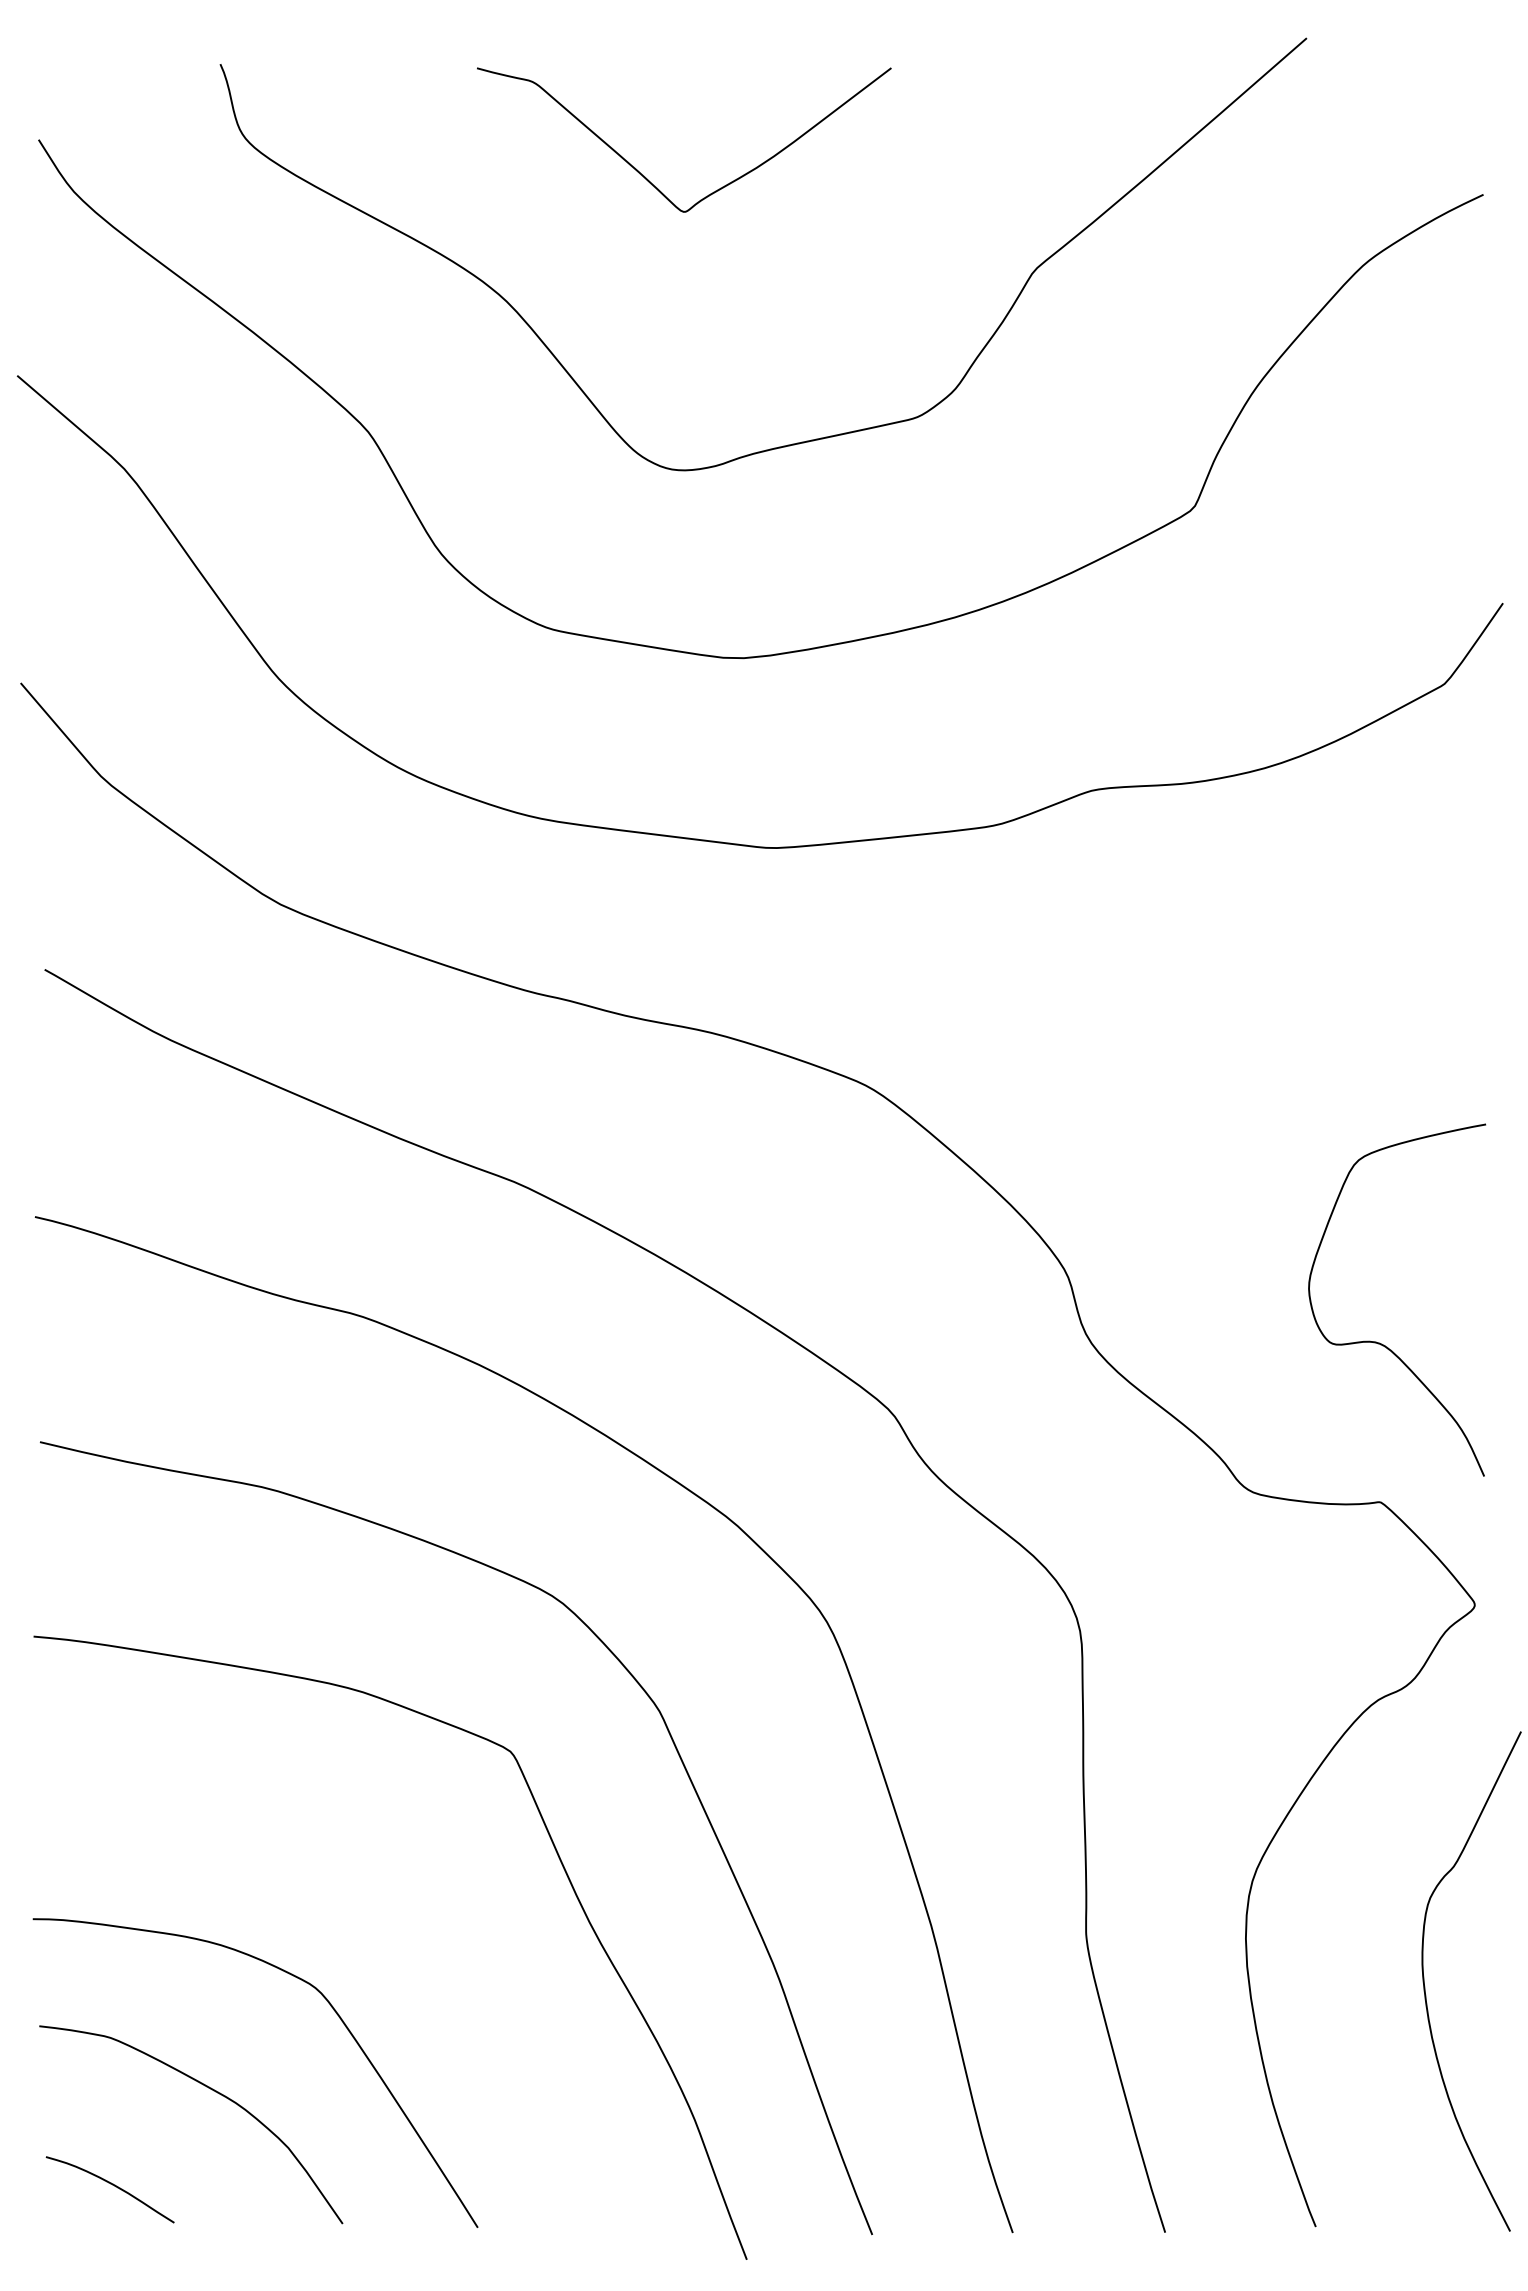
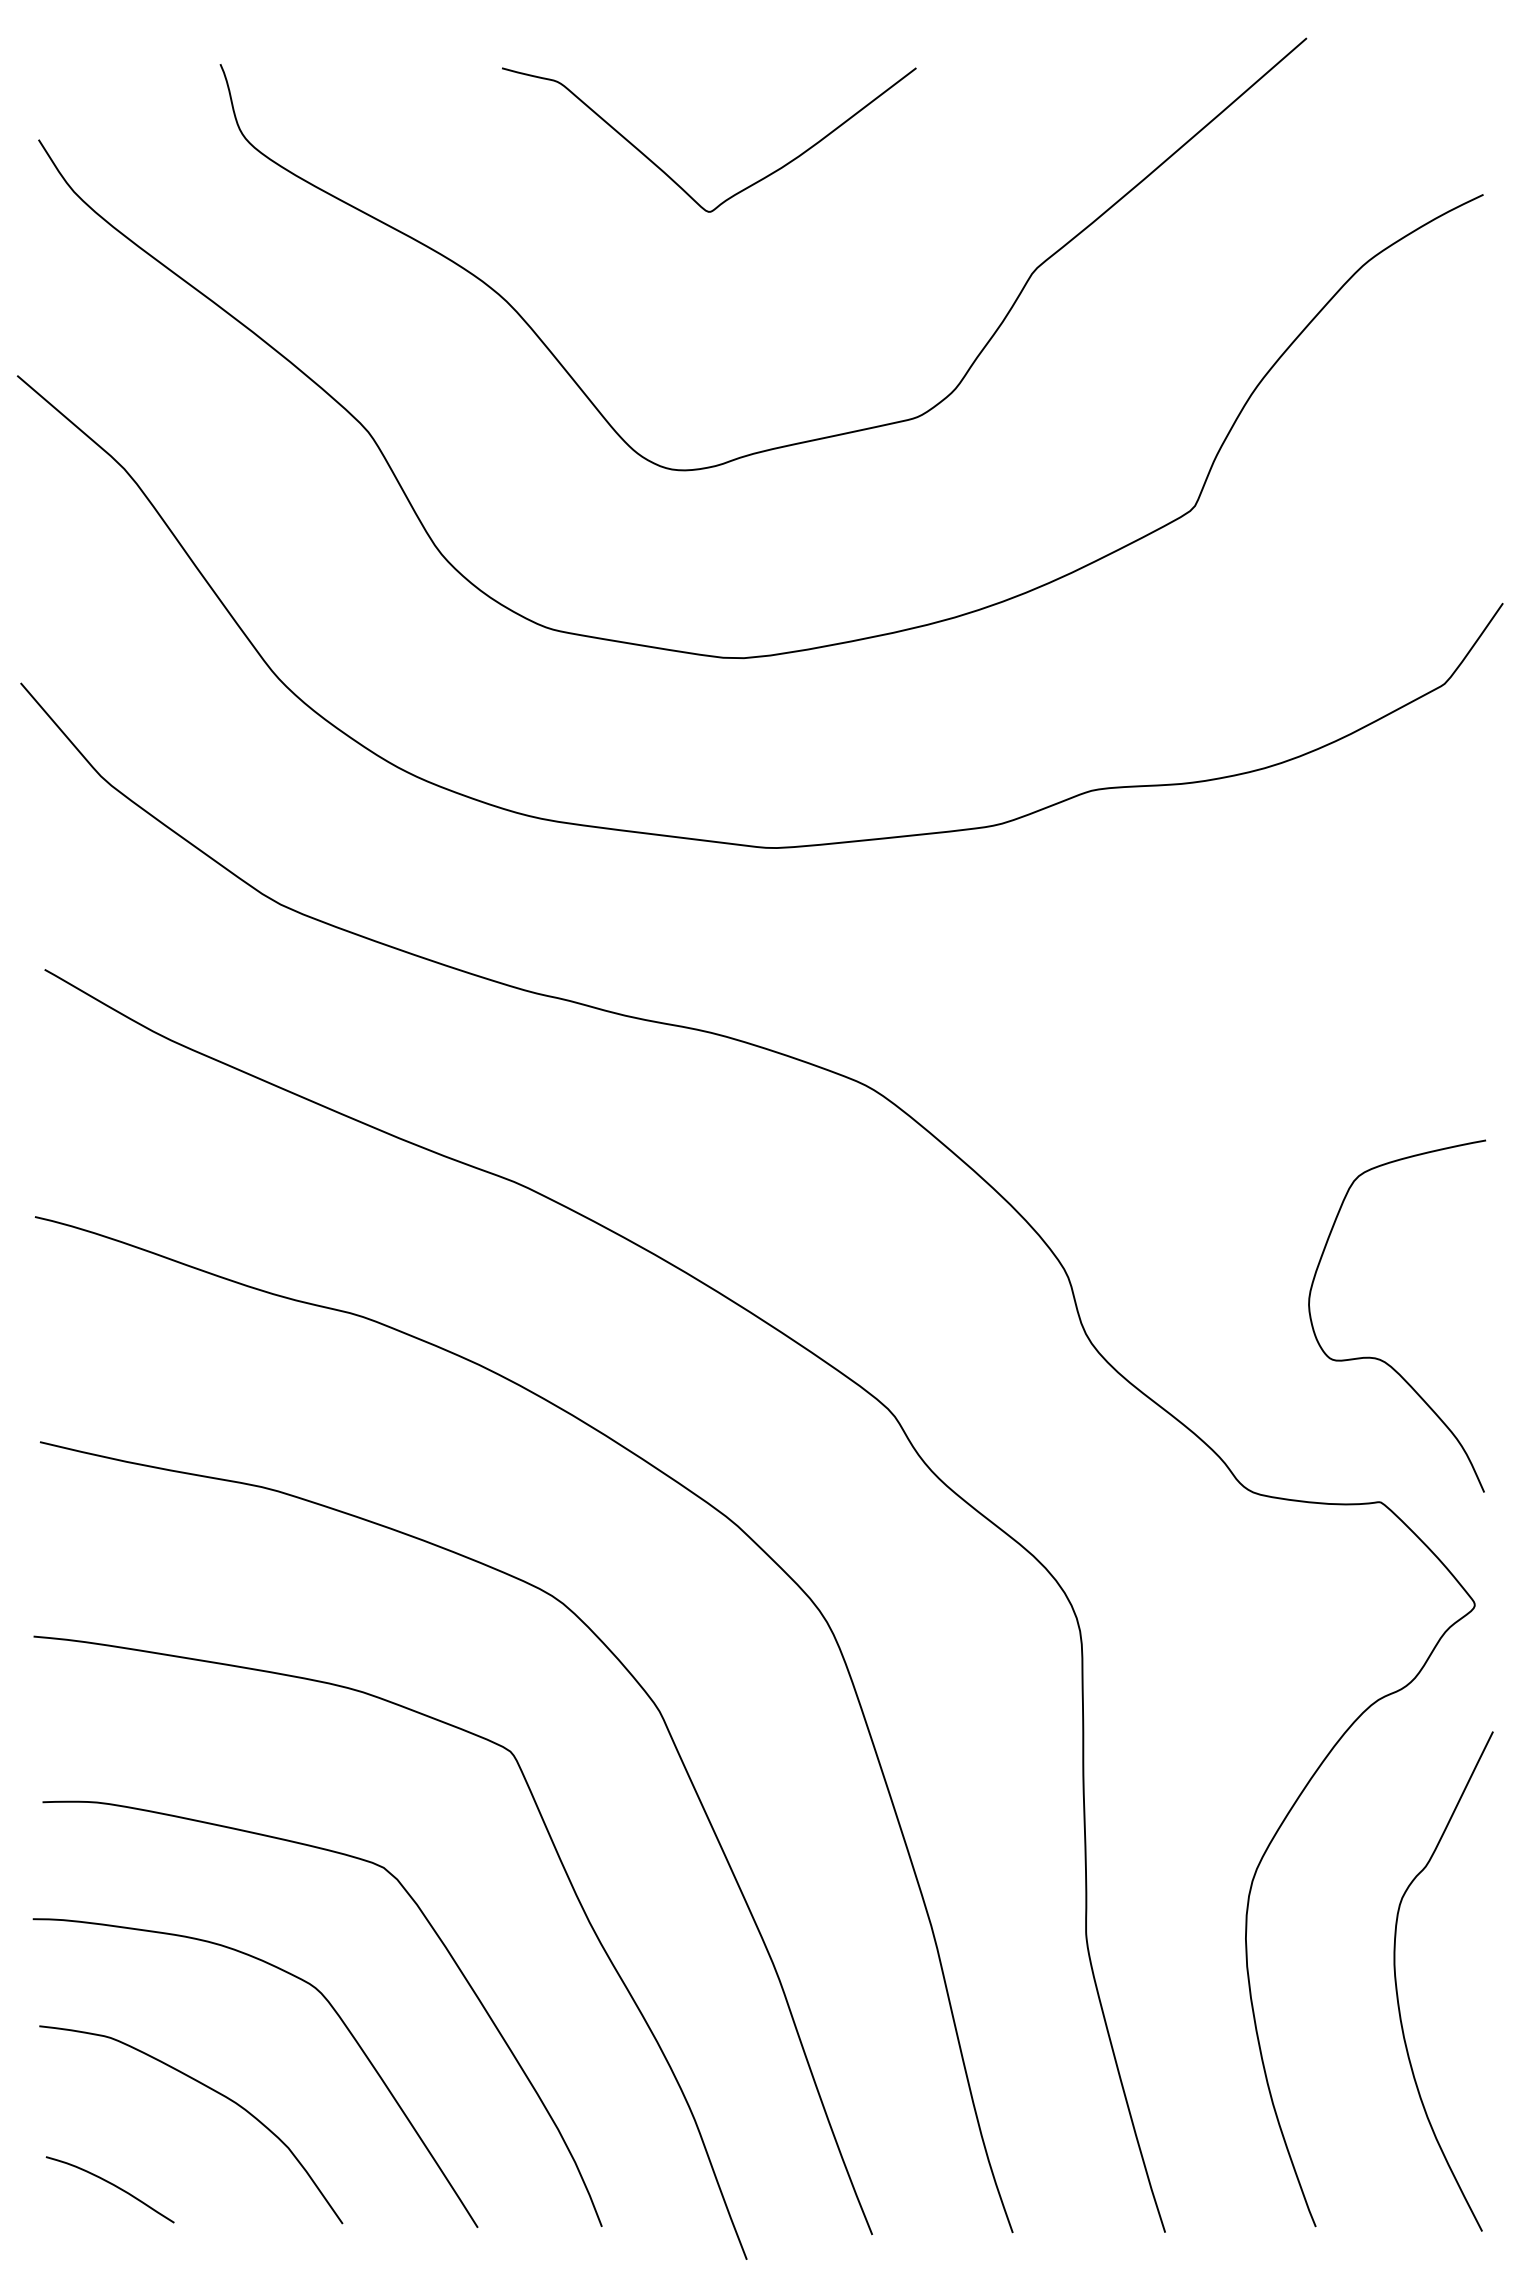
curve at (646, 177) position: (646, 177) -> (671, 177)
curve at (1379, 1342) position: (1379, 1342) -> (1379, 1358)
curve at (436, 1935): none -> present
curve at (1425, 1986) position: (1425, 1986) -> (1397, 1986)
